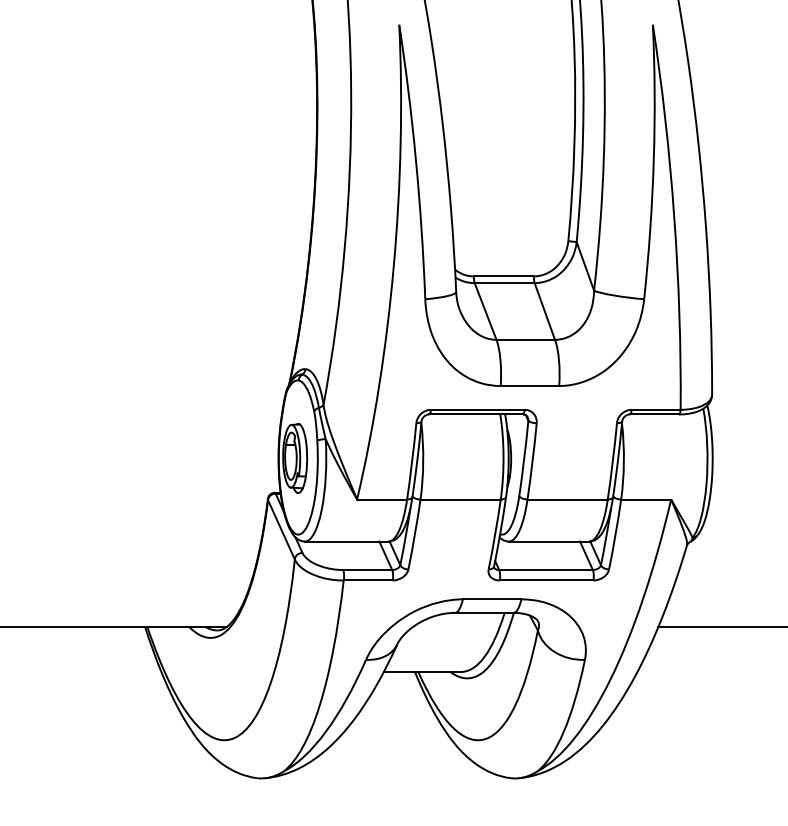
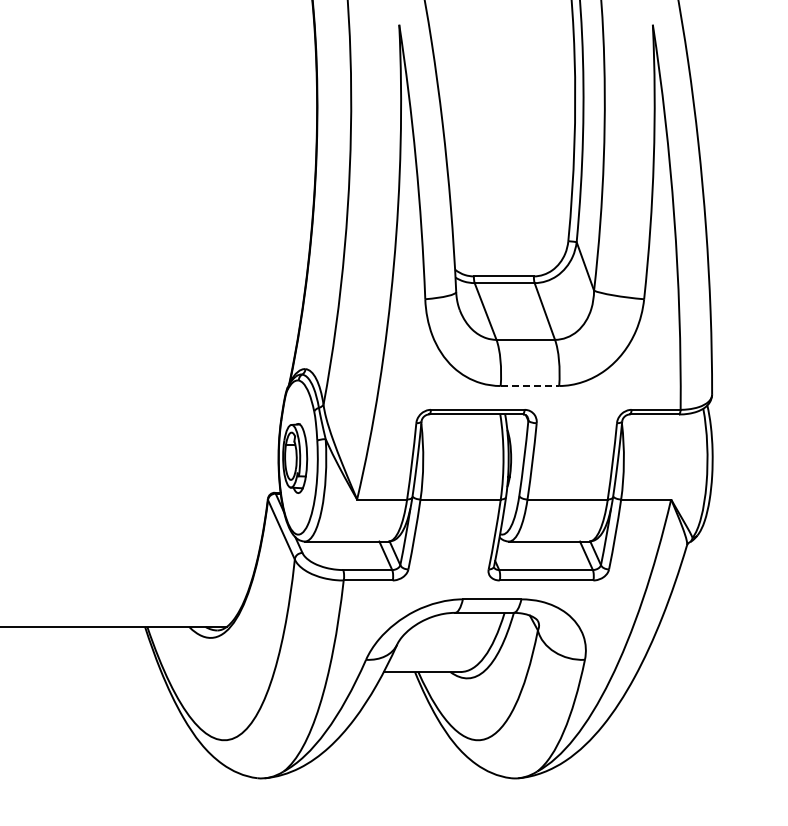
line at (530, 386): solid -> dashed
line at (721, 627): present -> none
